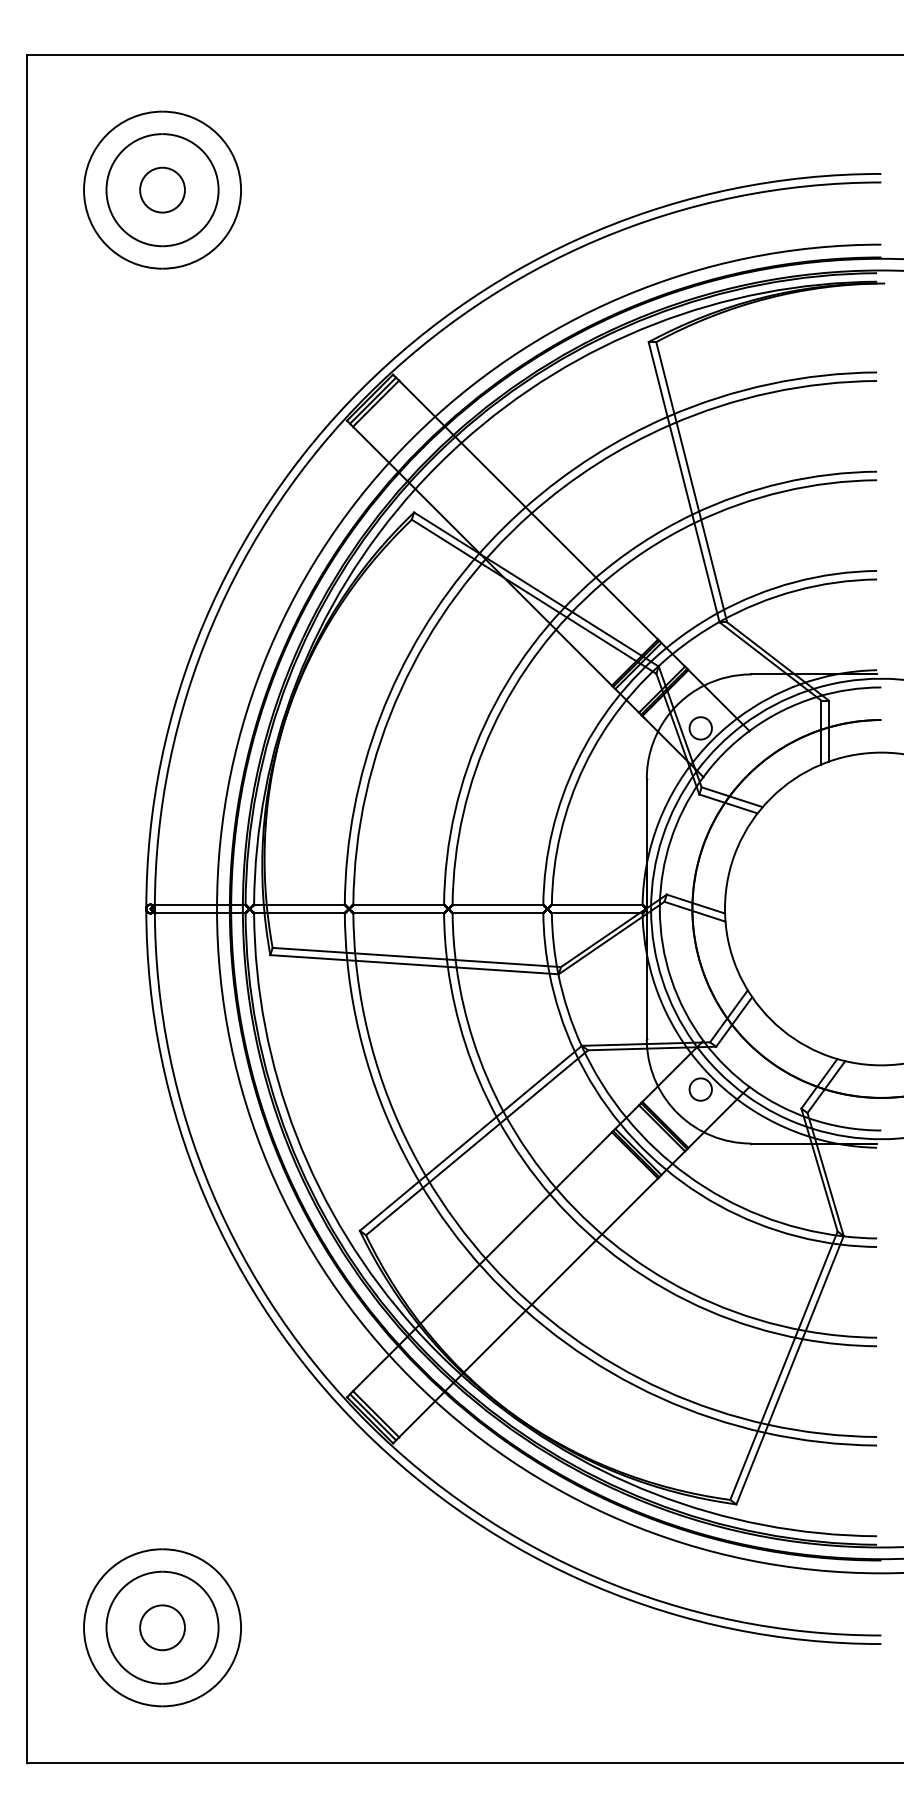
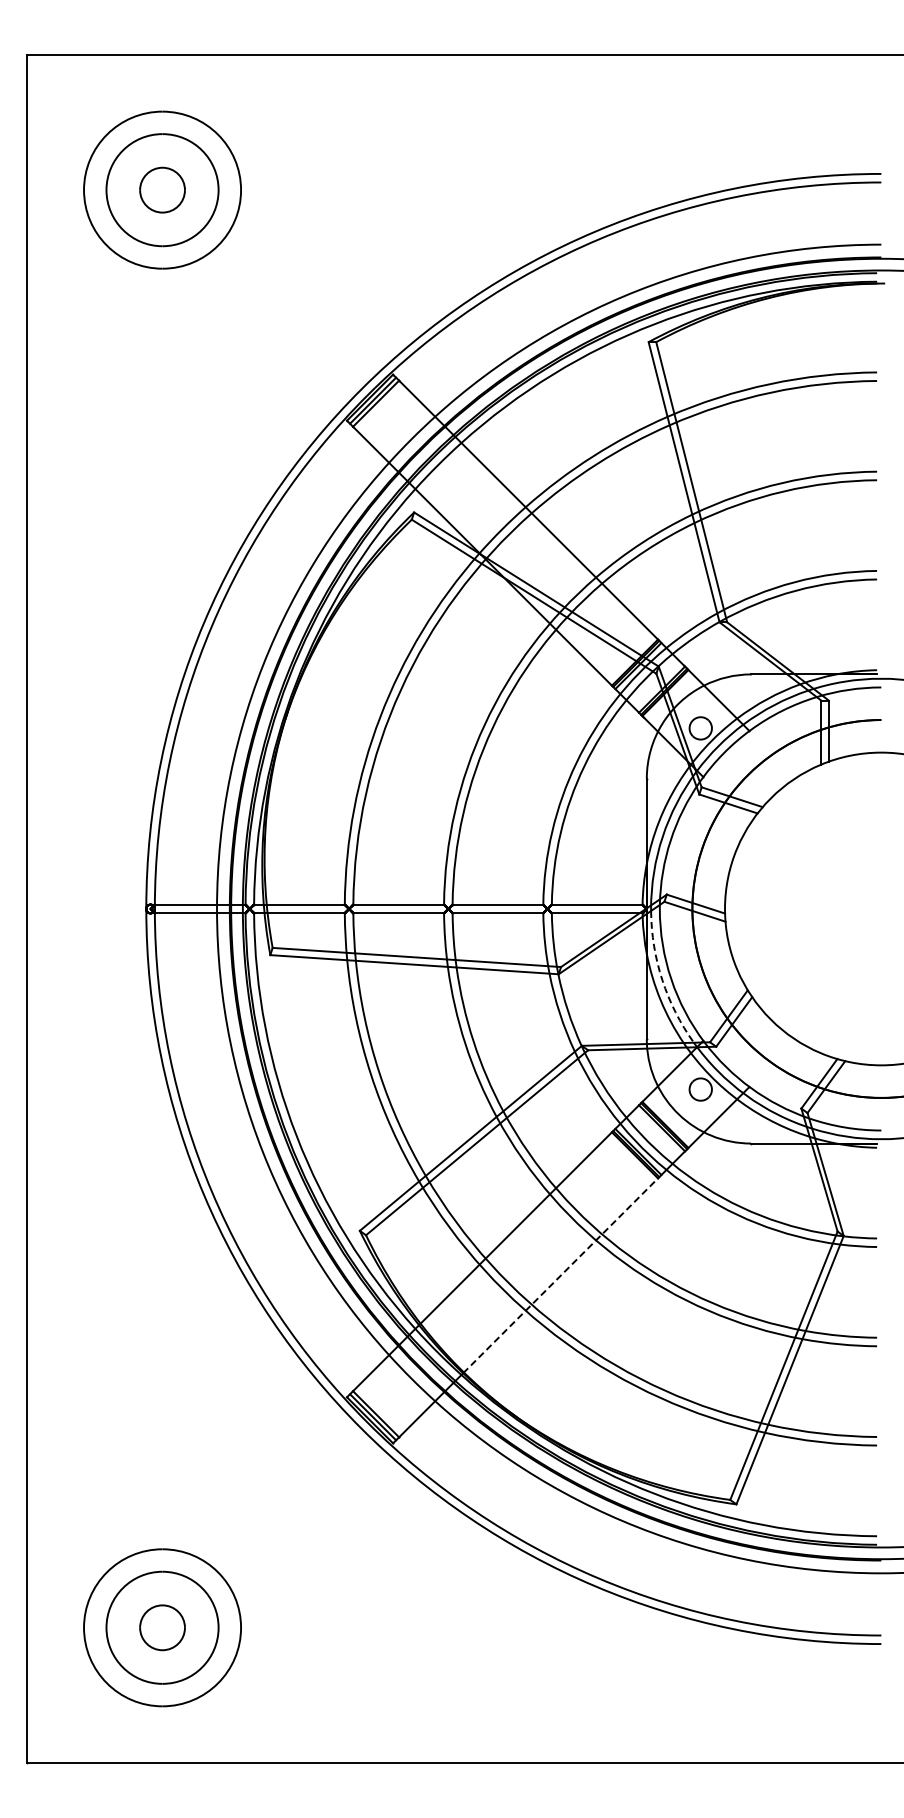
arc at (662, 980): solid -> dashed
line at (560, 1275): solid -> dashed
